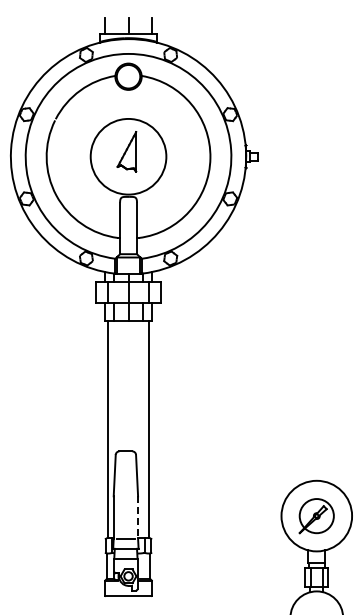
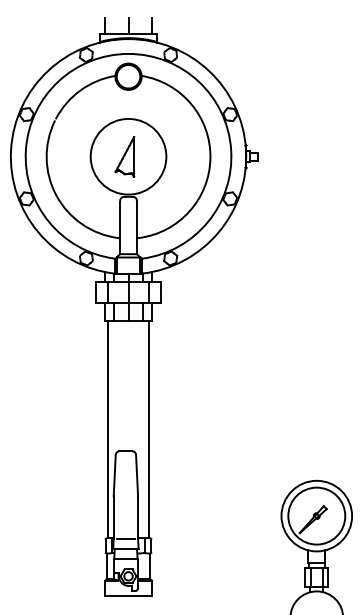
part at (126, 151) position: (126, 151) -> (124, 156)
circle at (316, 516) diameter: 34 px -> 57 px
line at (138, 518): dashed -> solid
